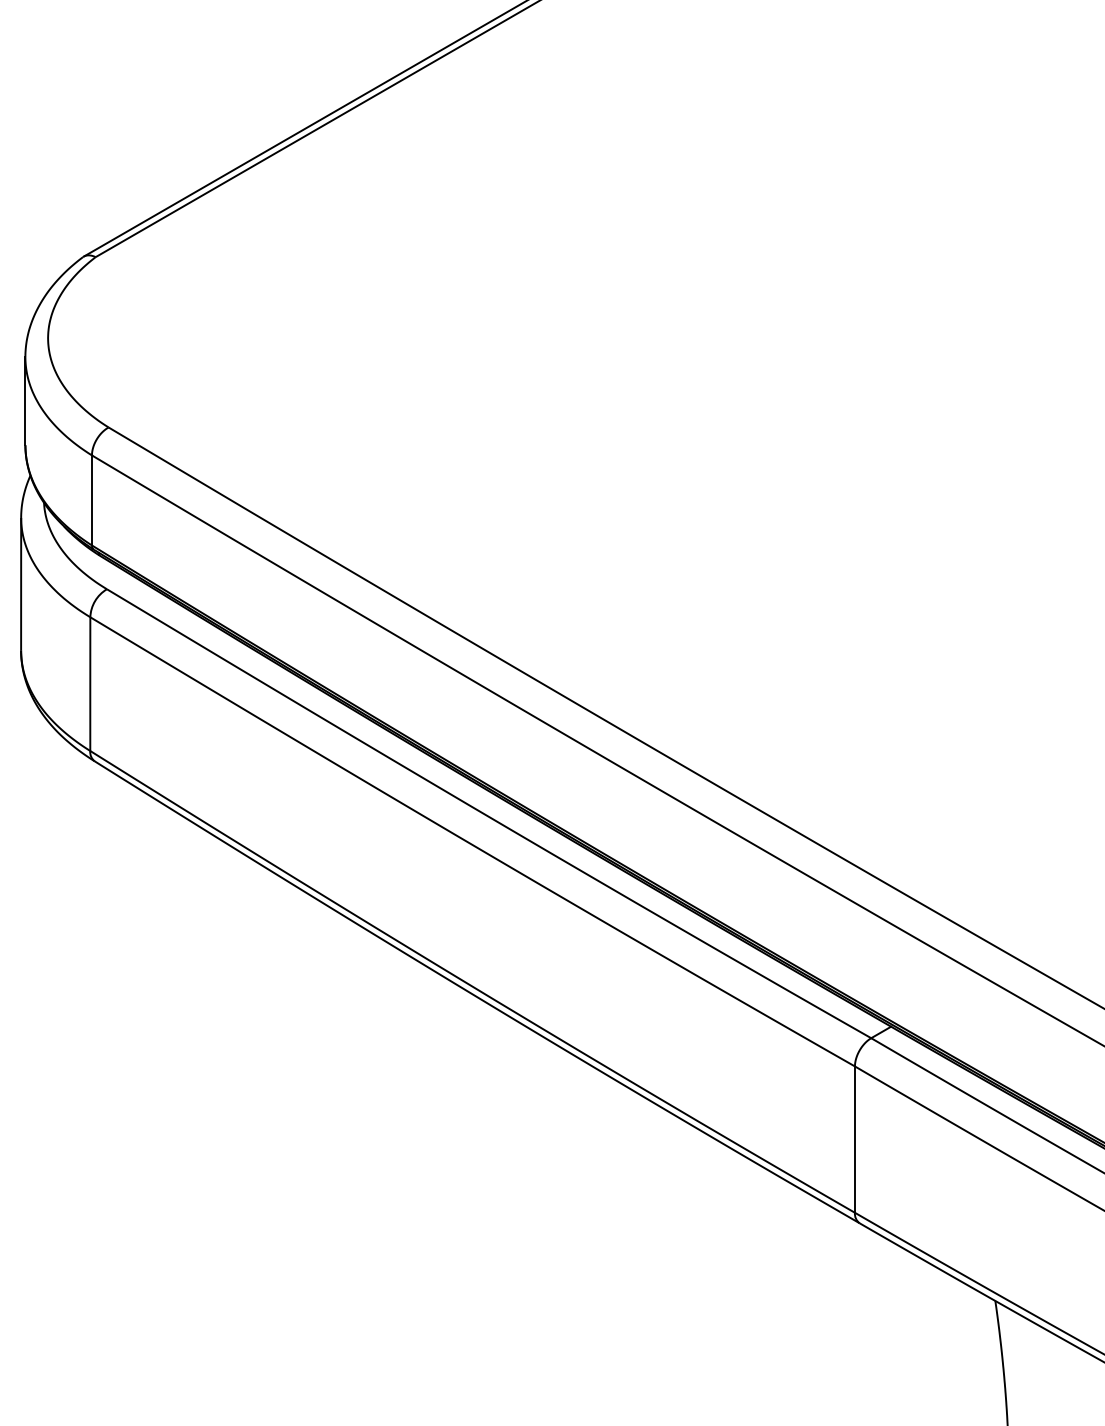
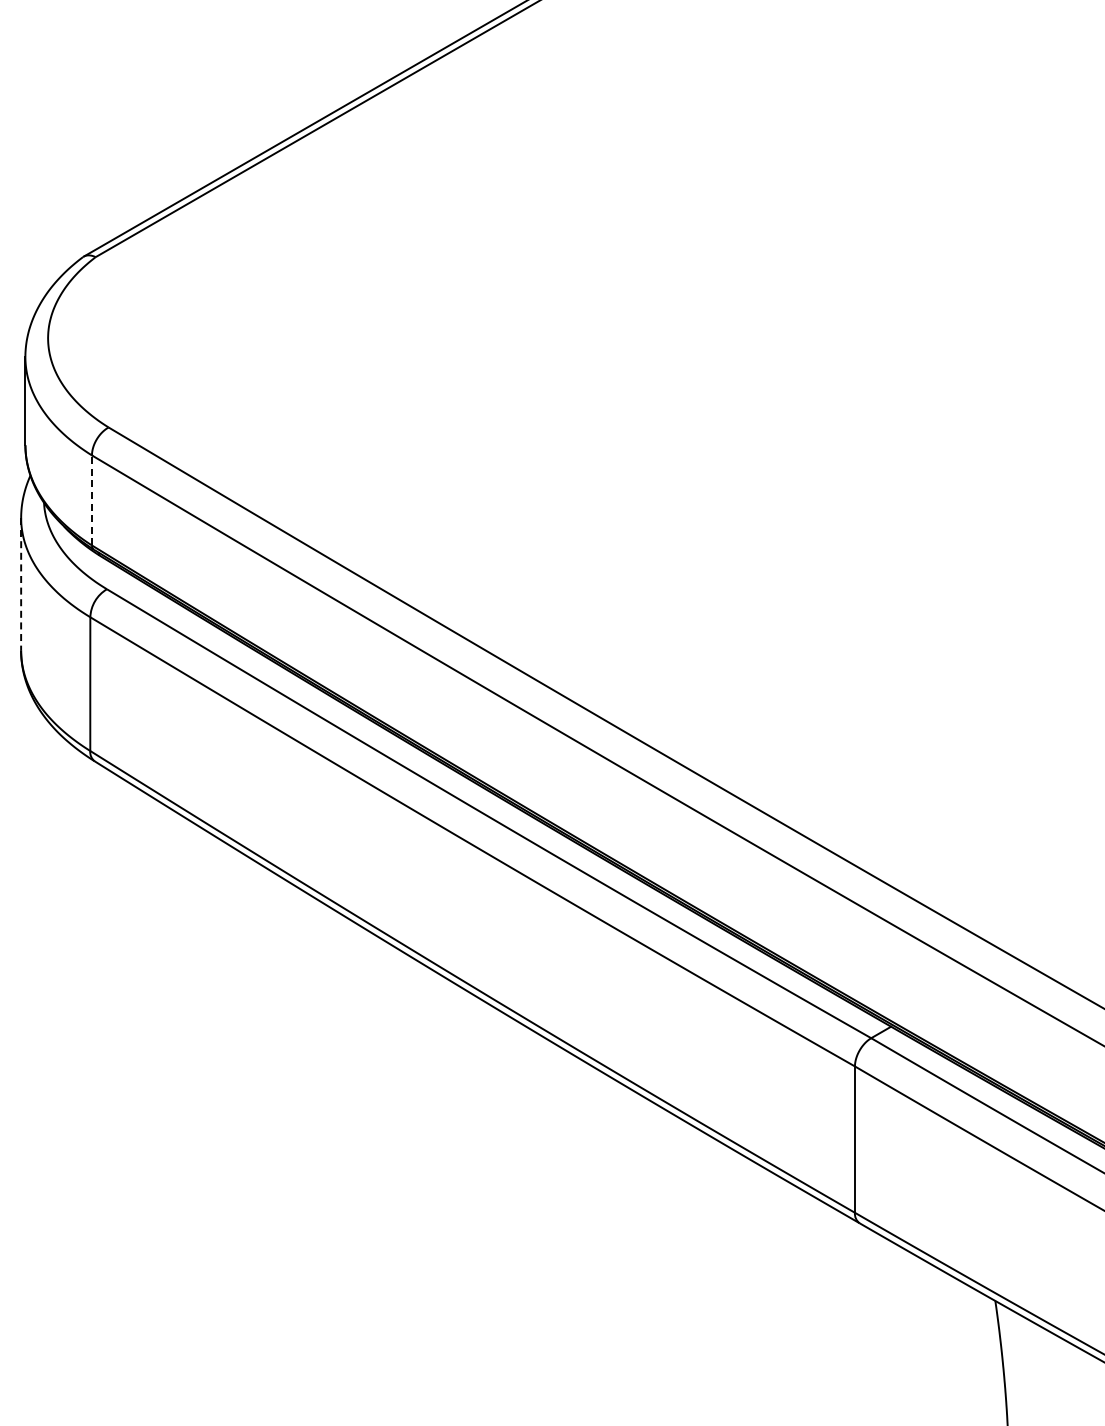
line at (92, 499): solid -> dashed
line at (21, 583): solid -> dashed
